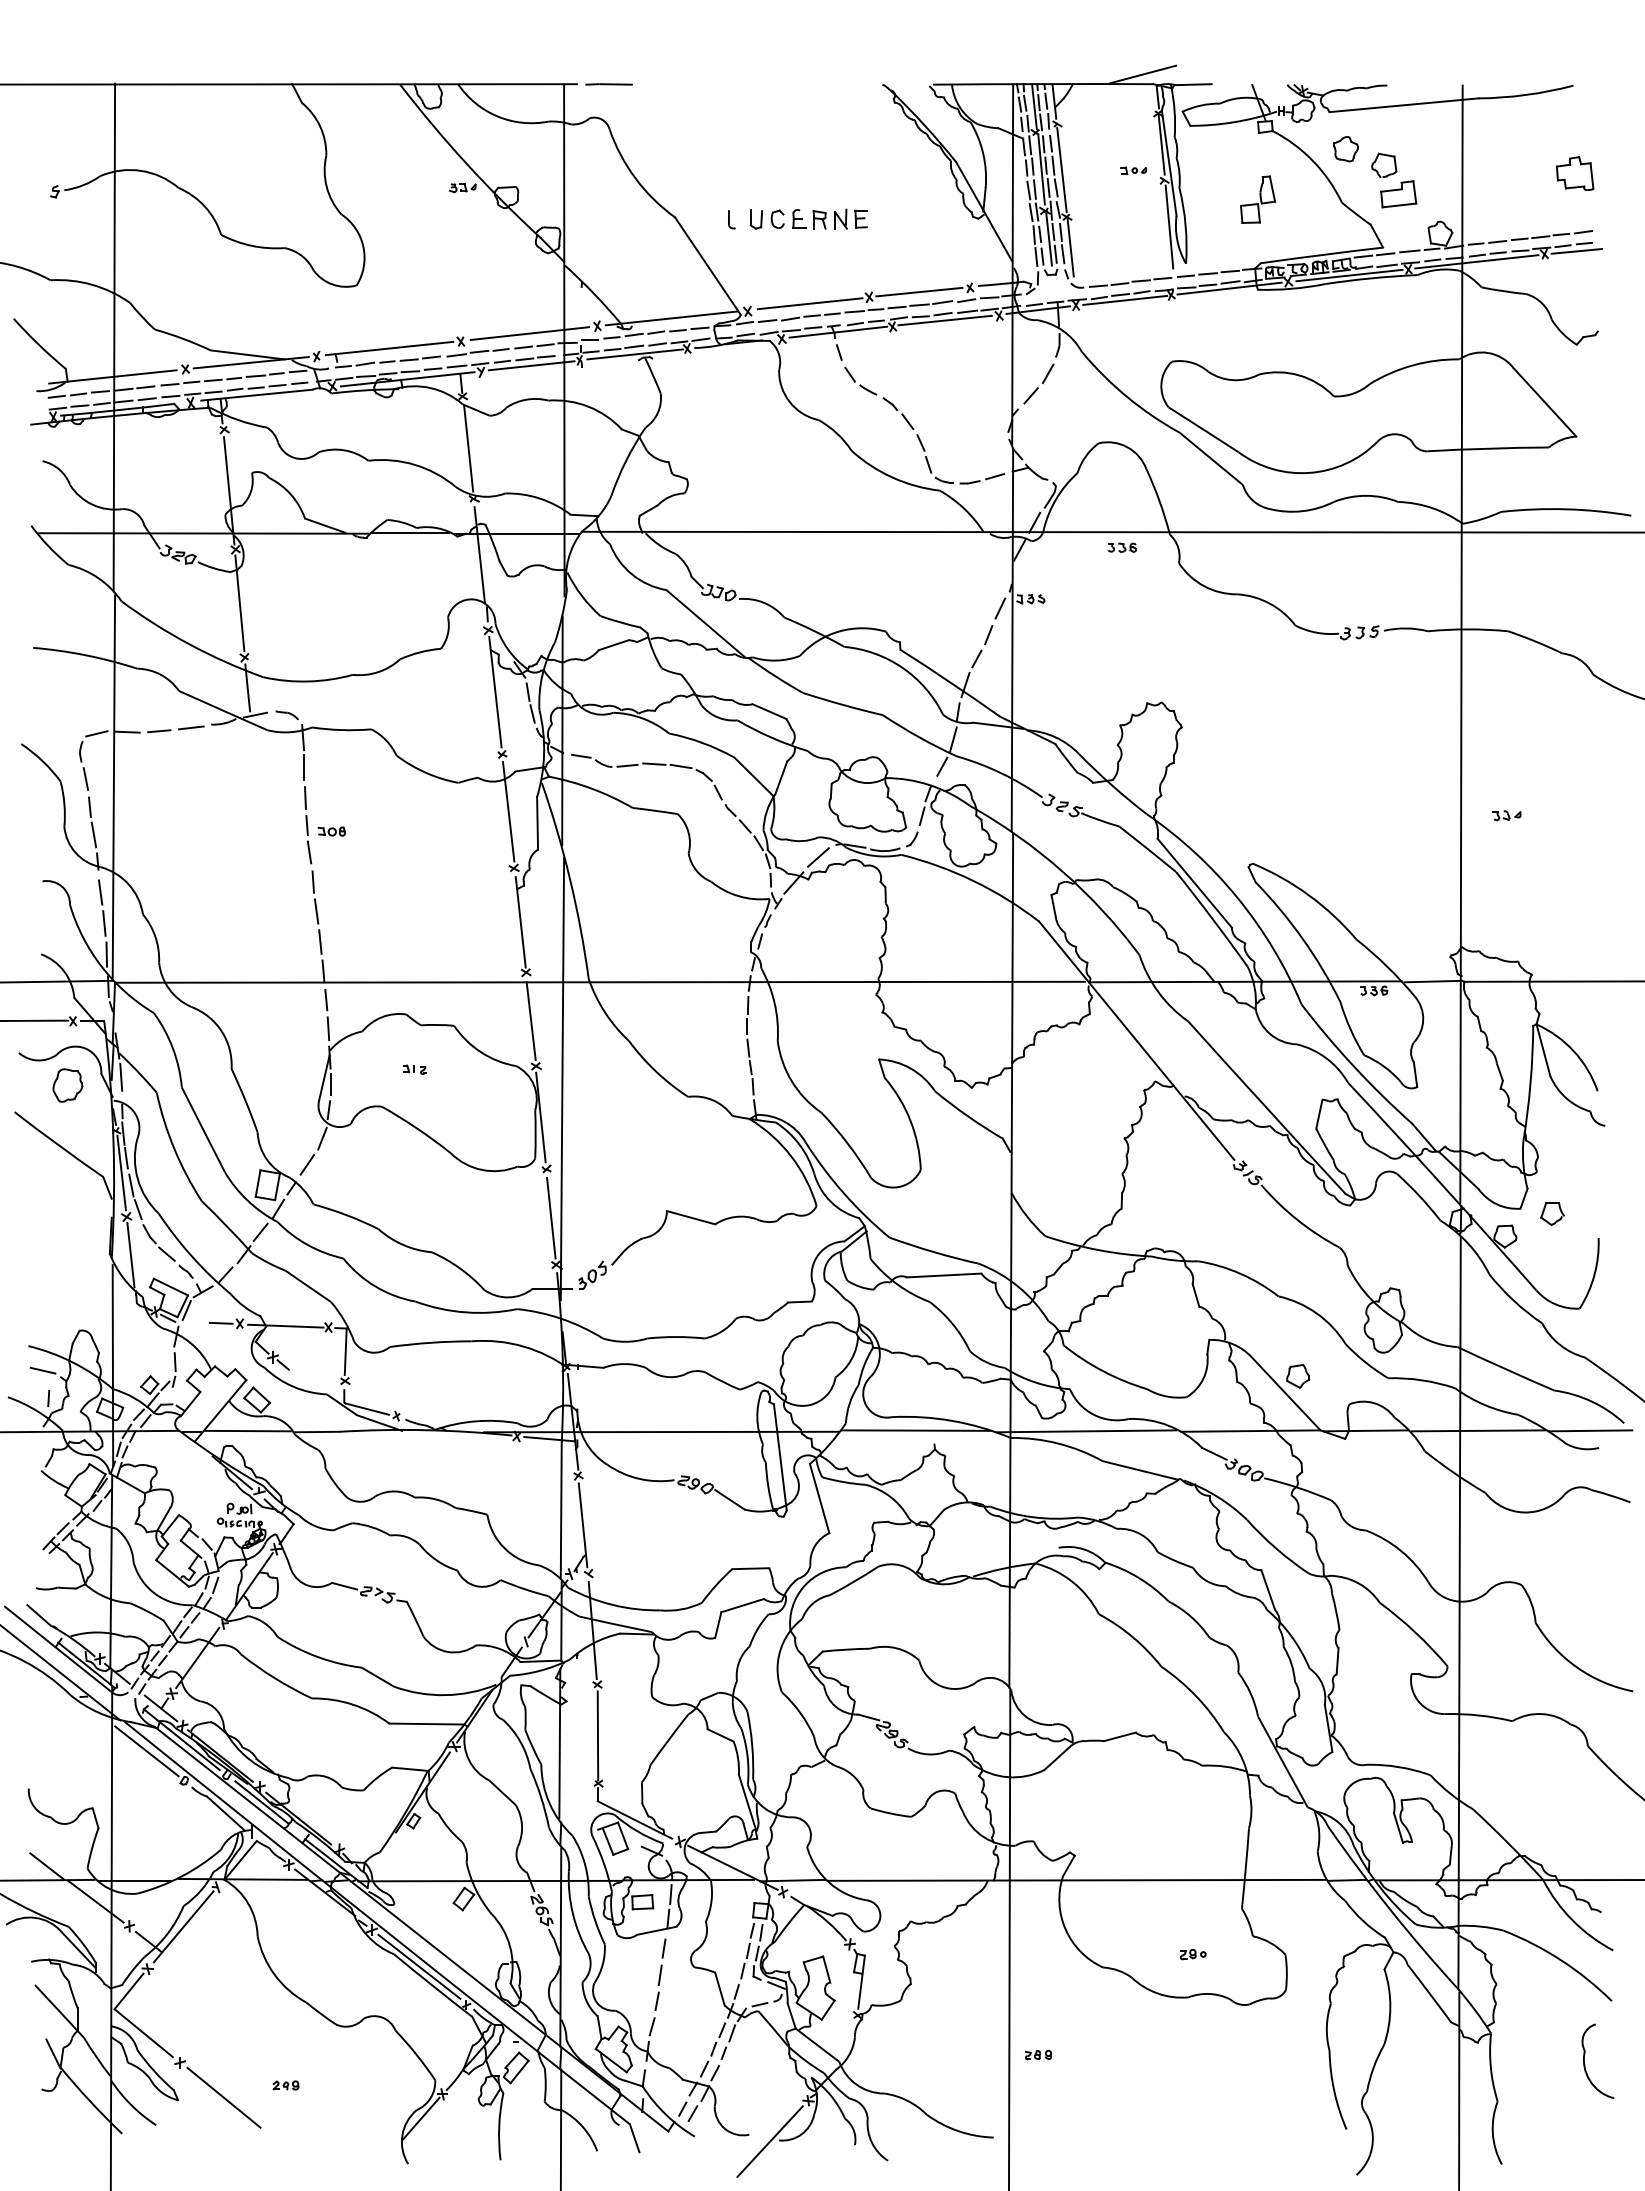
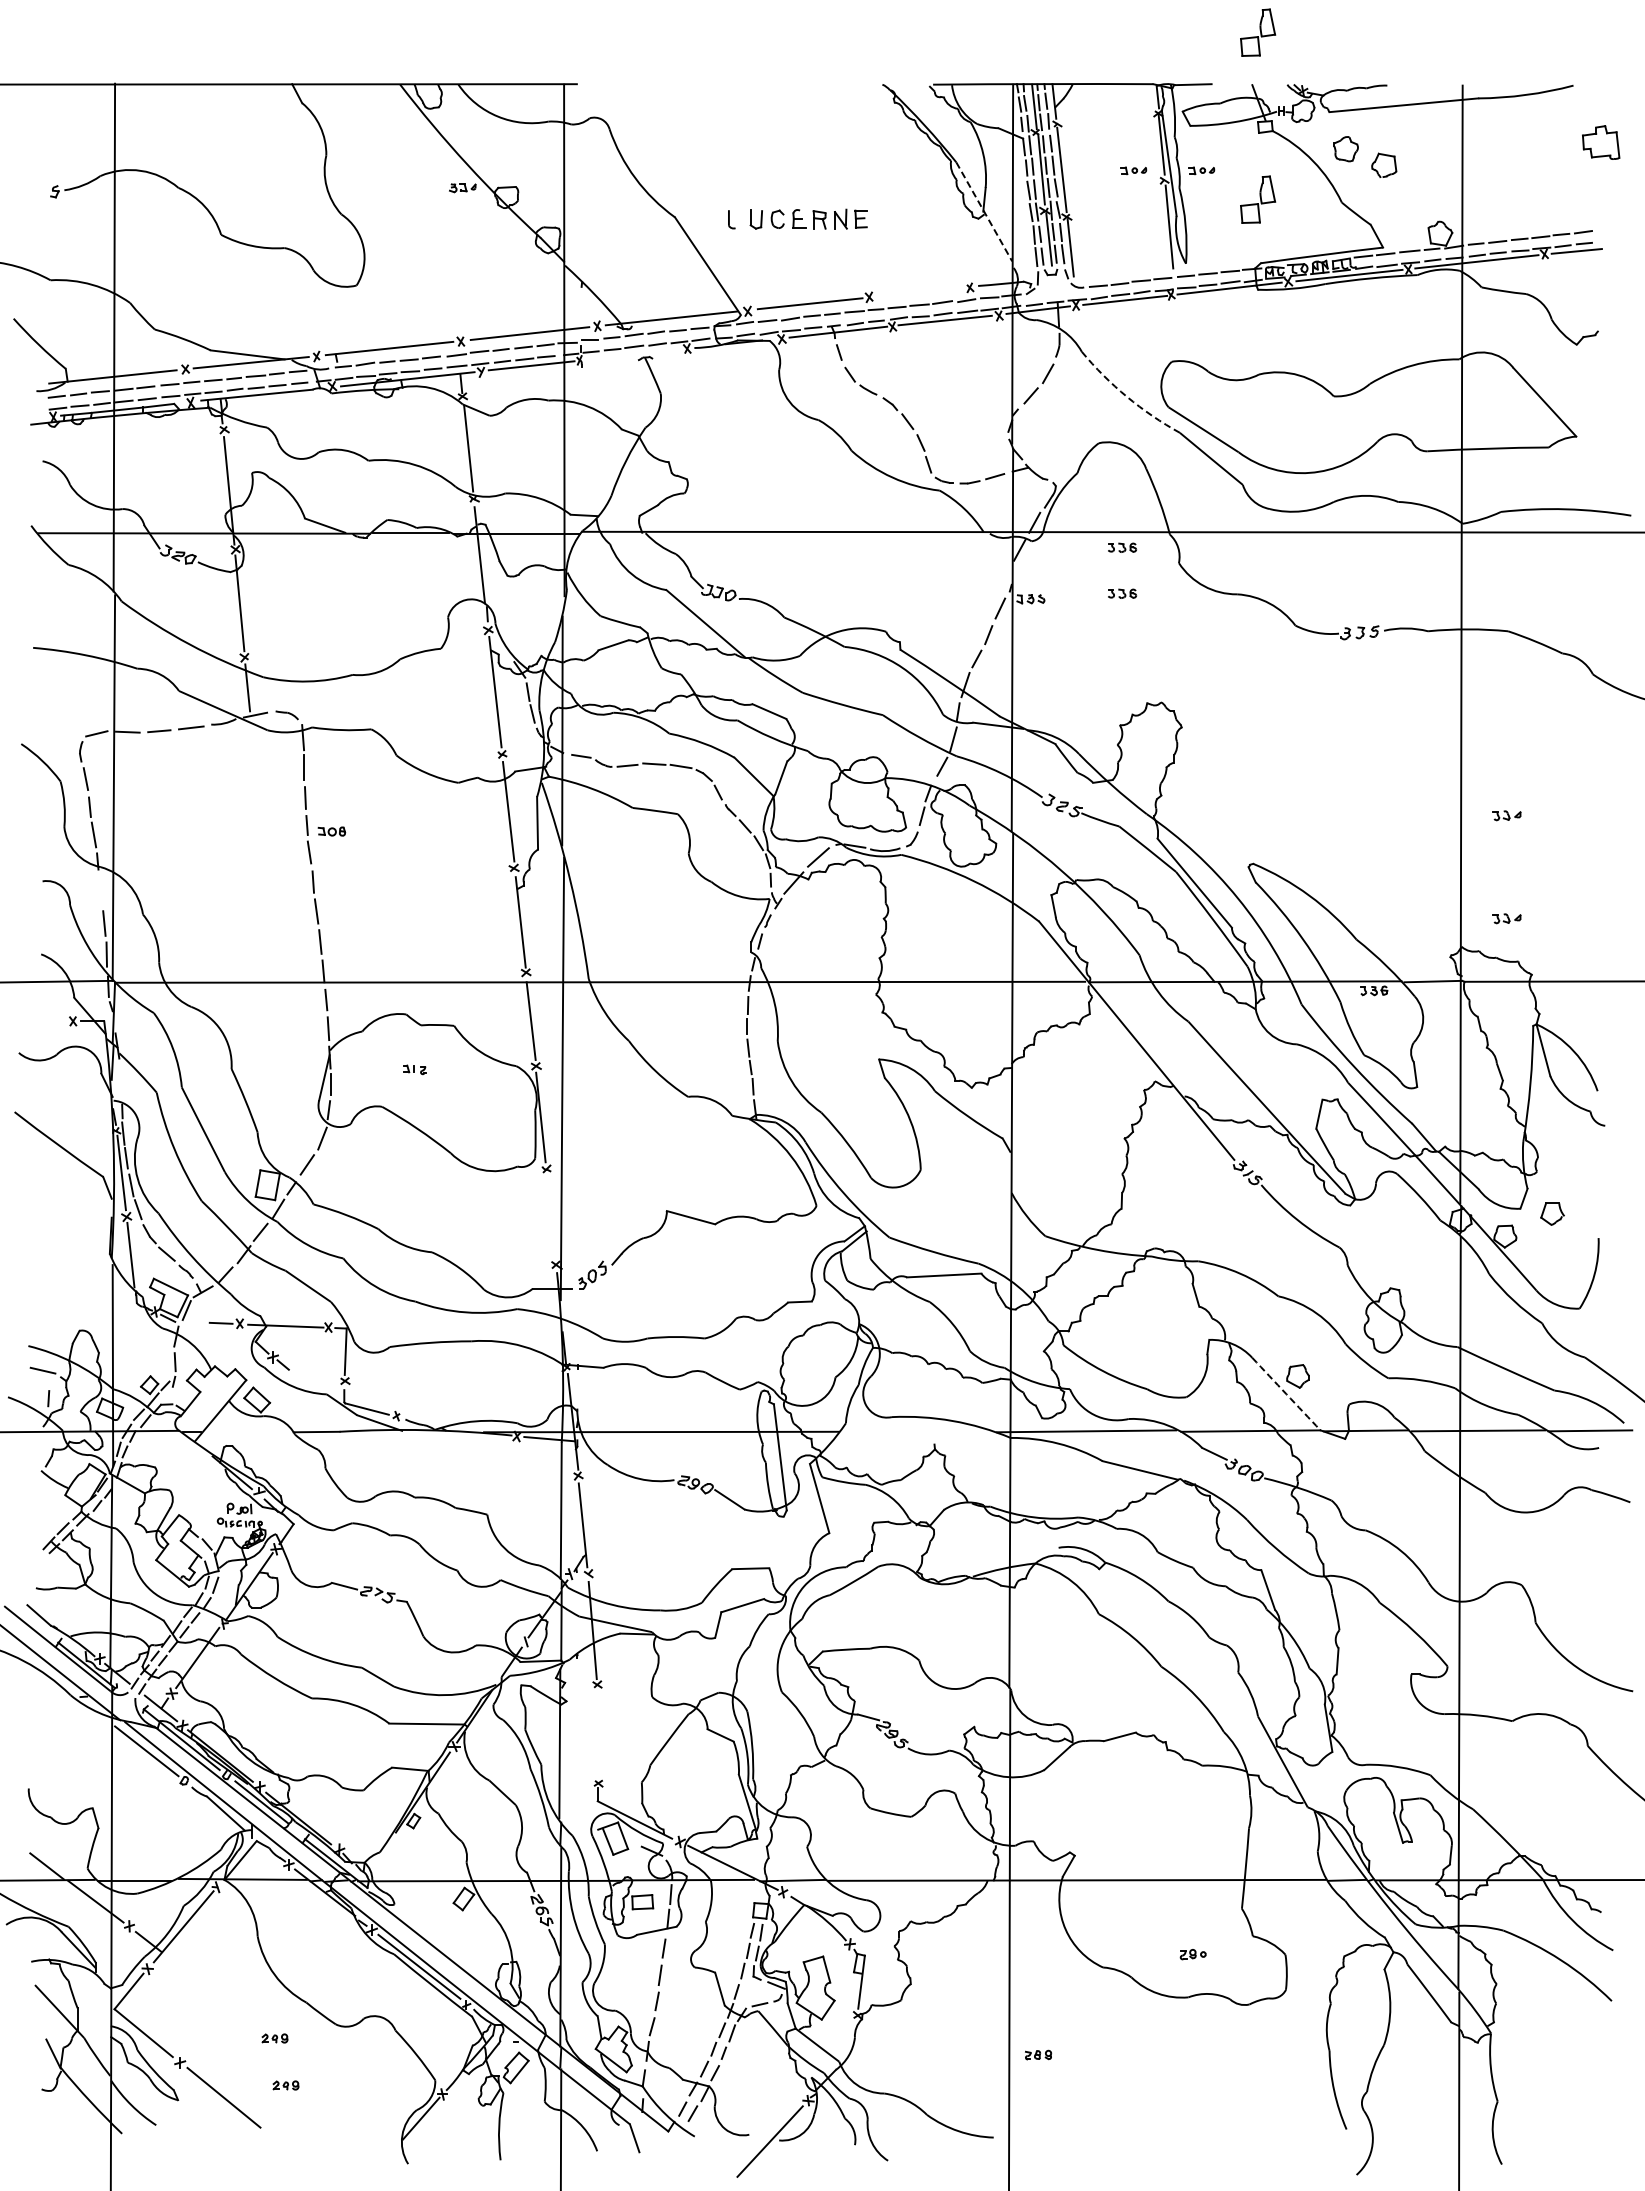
part at (1258, 32): none -> present
line at (1143, 74): present -> none
line at (608, 84): present -> none
part at (1201, 170): none -> present
part at (1575, 173) position: (1575, 173) -> (1601, 142)
part at (1398, 194): present -> none
line at (984, 211): solid -> dashed
line at (919, 291): present -> none
line at (635, 354): present -> none
arc at (1127, 396): solid -> dashed
part at (1122, 593): none -> present
line at (100, 892): present -> none
part at (1506, 918): none -> present
line at (35, 1020): present -> none
line at (121, 1076): present -> none
part at (67, 1085): present -> none
line at (551, 1217): present -> none
arc at (1286, 1394): solid -> dashed
line at (247, 1430): present -> none
line at (915, 1430): present -> none
line at (597, 1735): present -> none
part at (274, 2038): none -> present
part at (1585, 2064): present -> none
